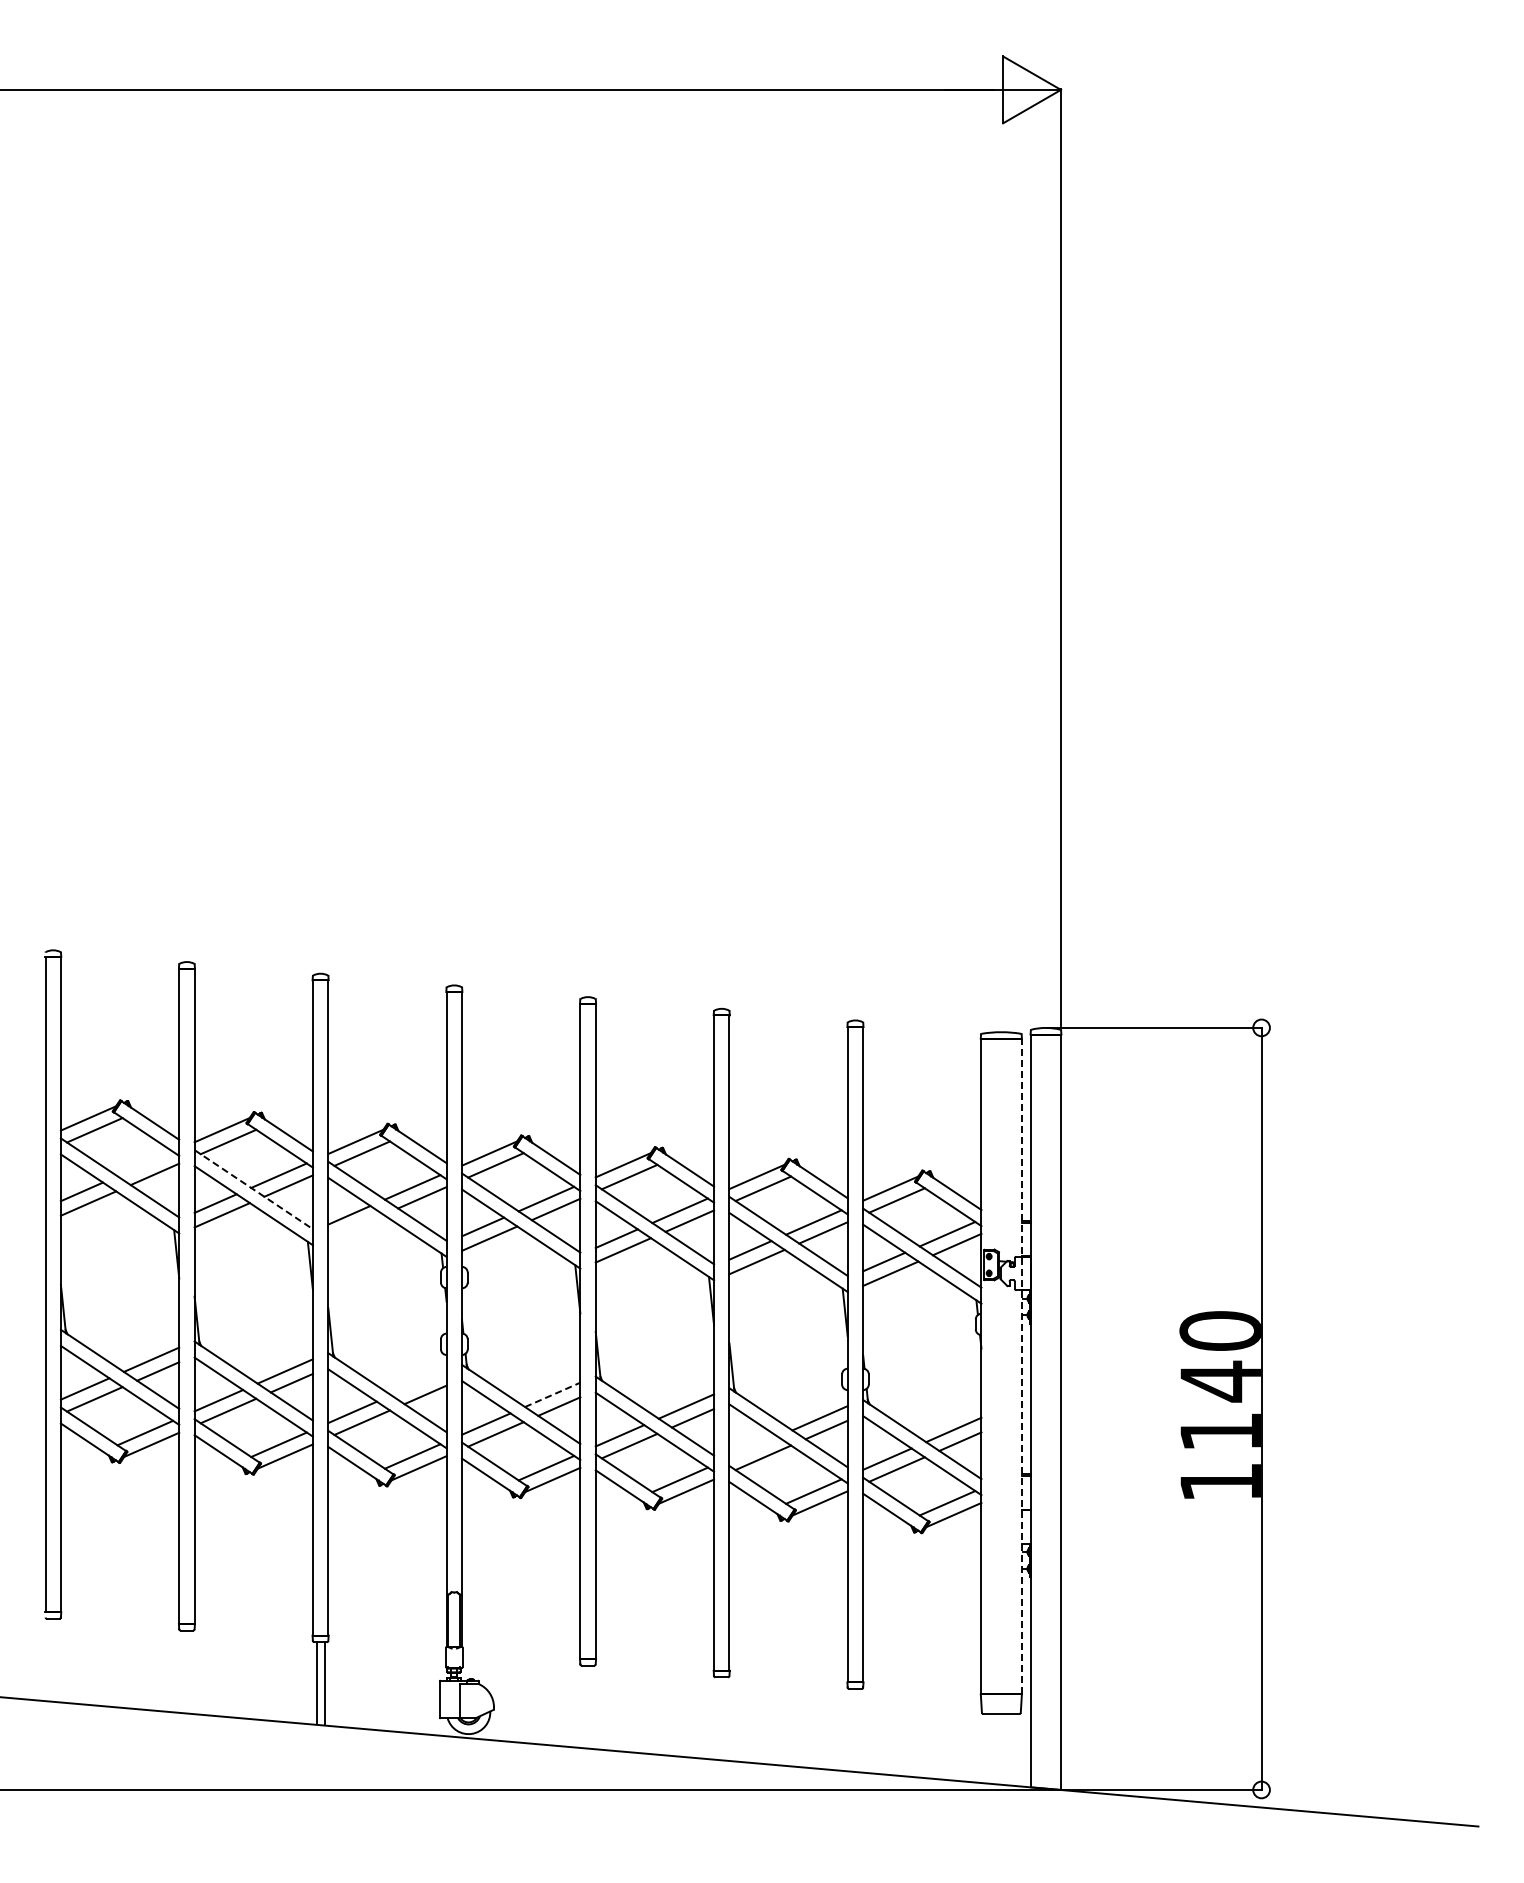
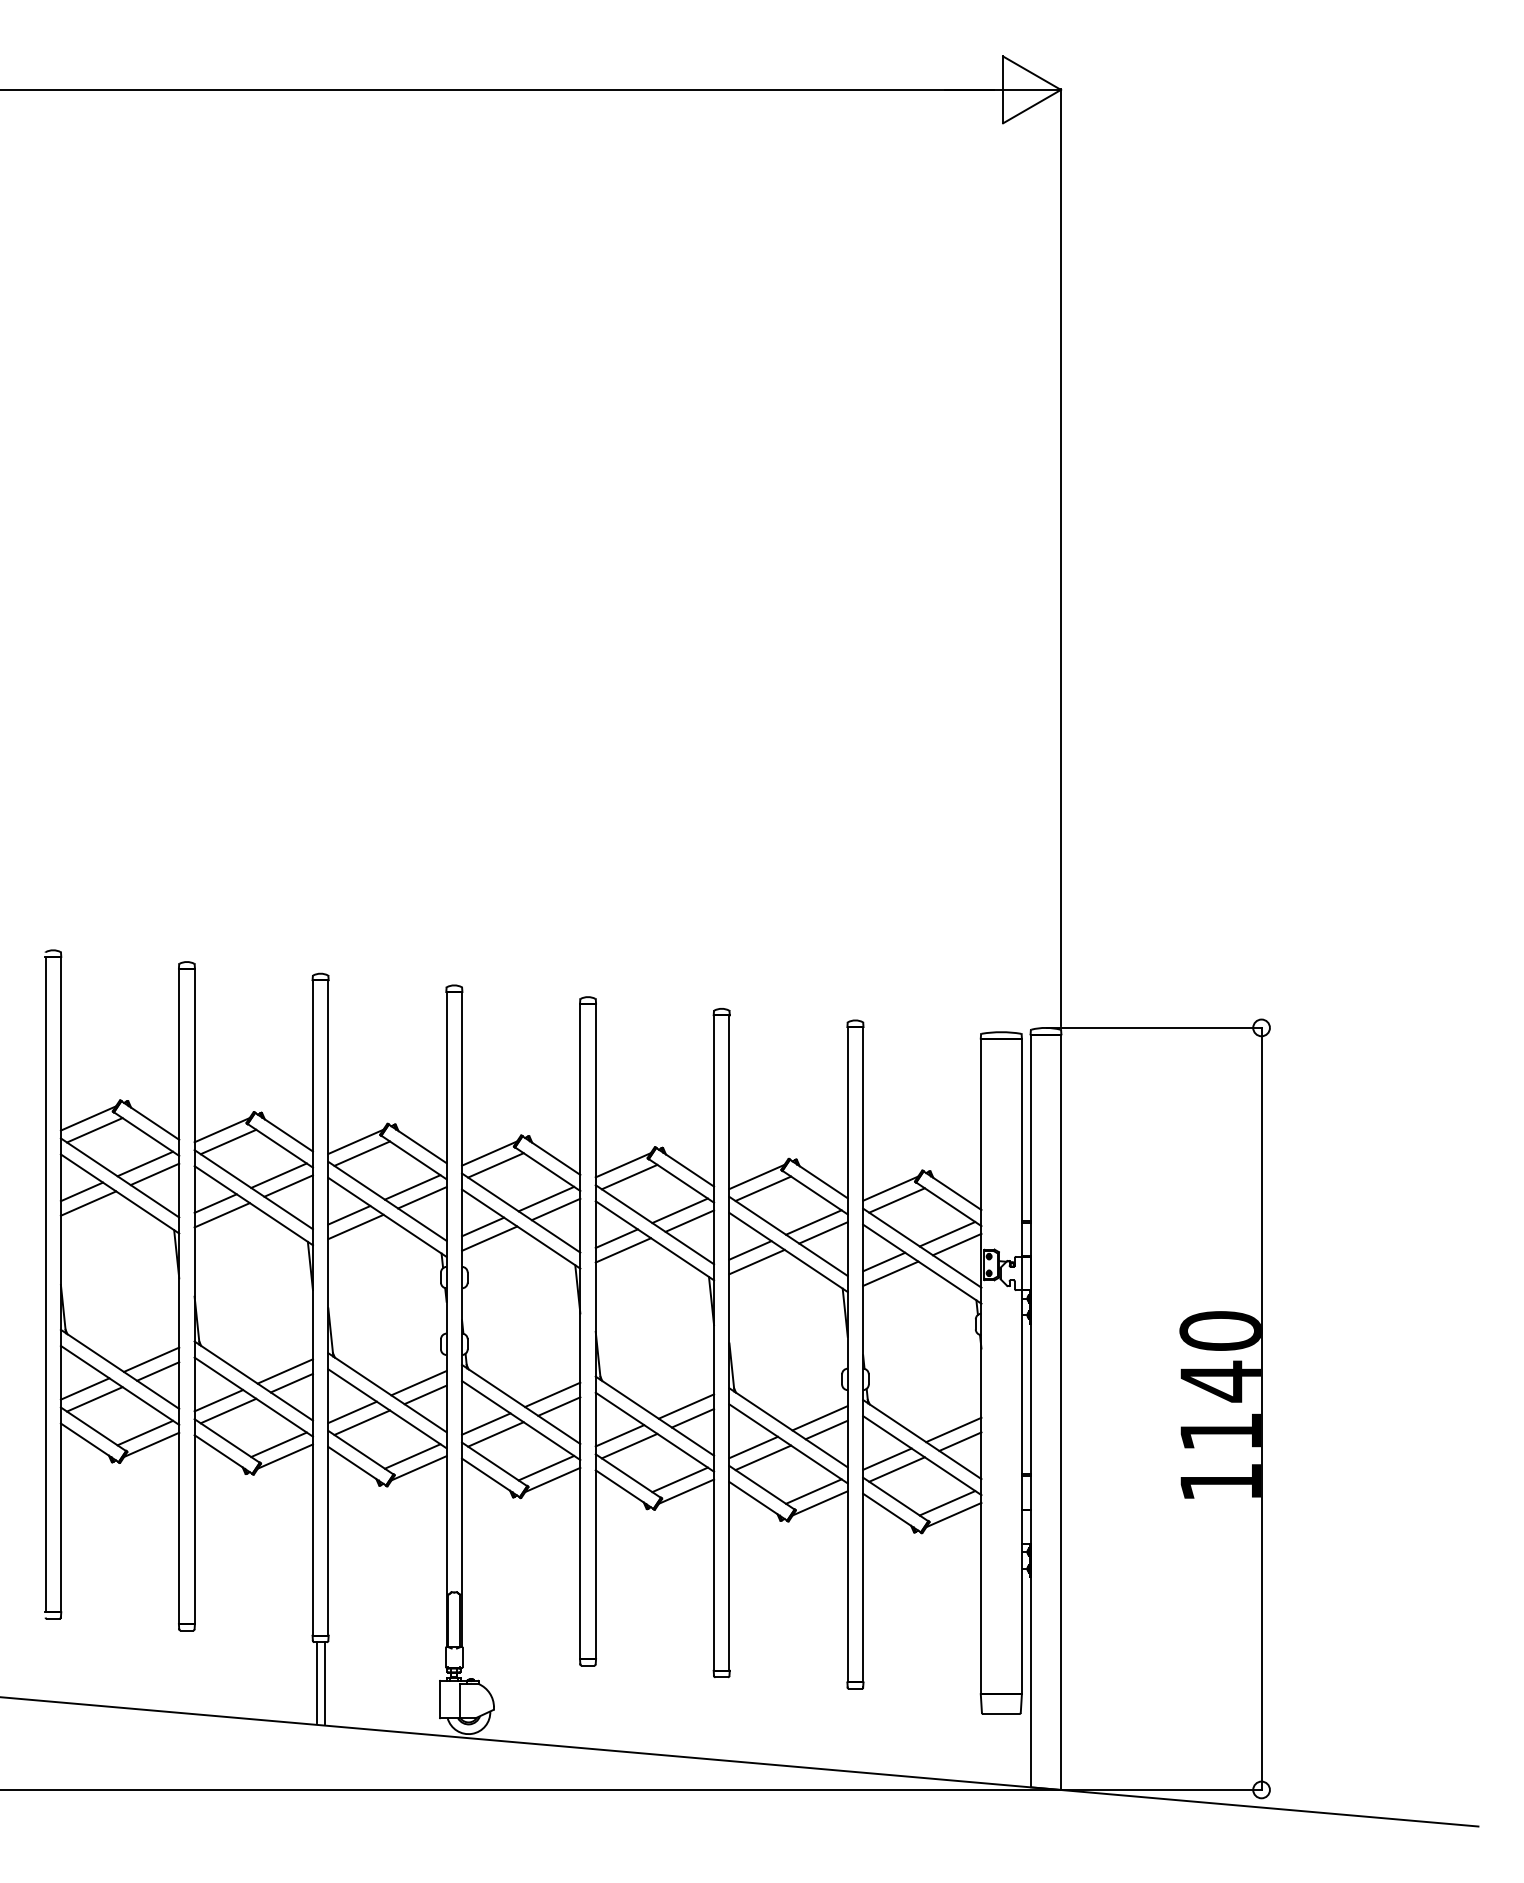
line at (145, 1163): none -> present
line at (254, 1189): dashed -> solid
line at (355, 1226): none -> present
line at (1021, 1366): dashed -> solid
line at (418, 1382): none -> present
line at (553, 1394): dashed -> solid
line at (753, 1447): none -> present
